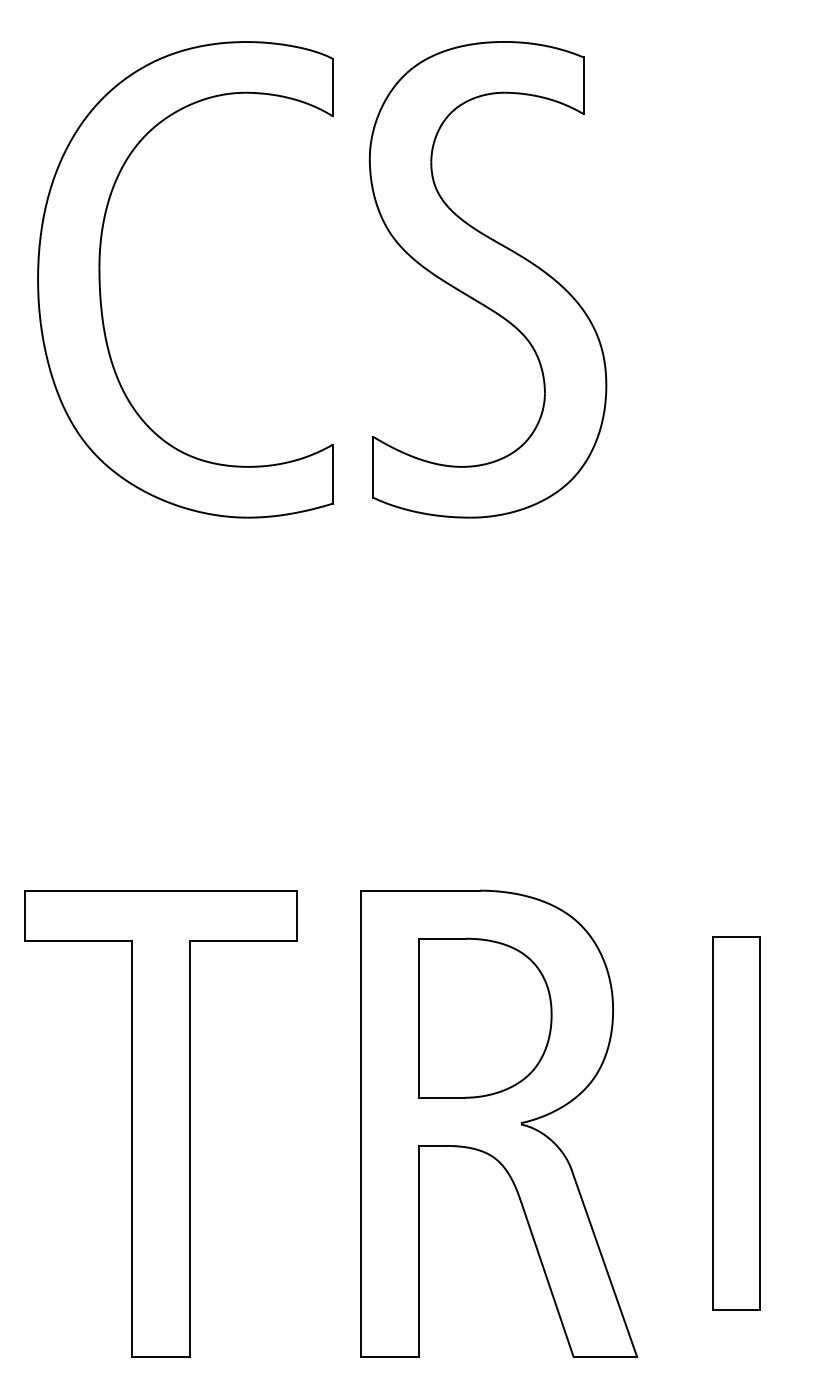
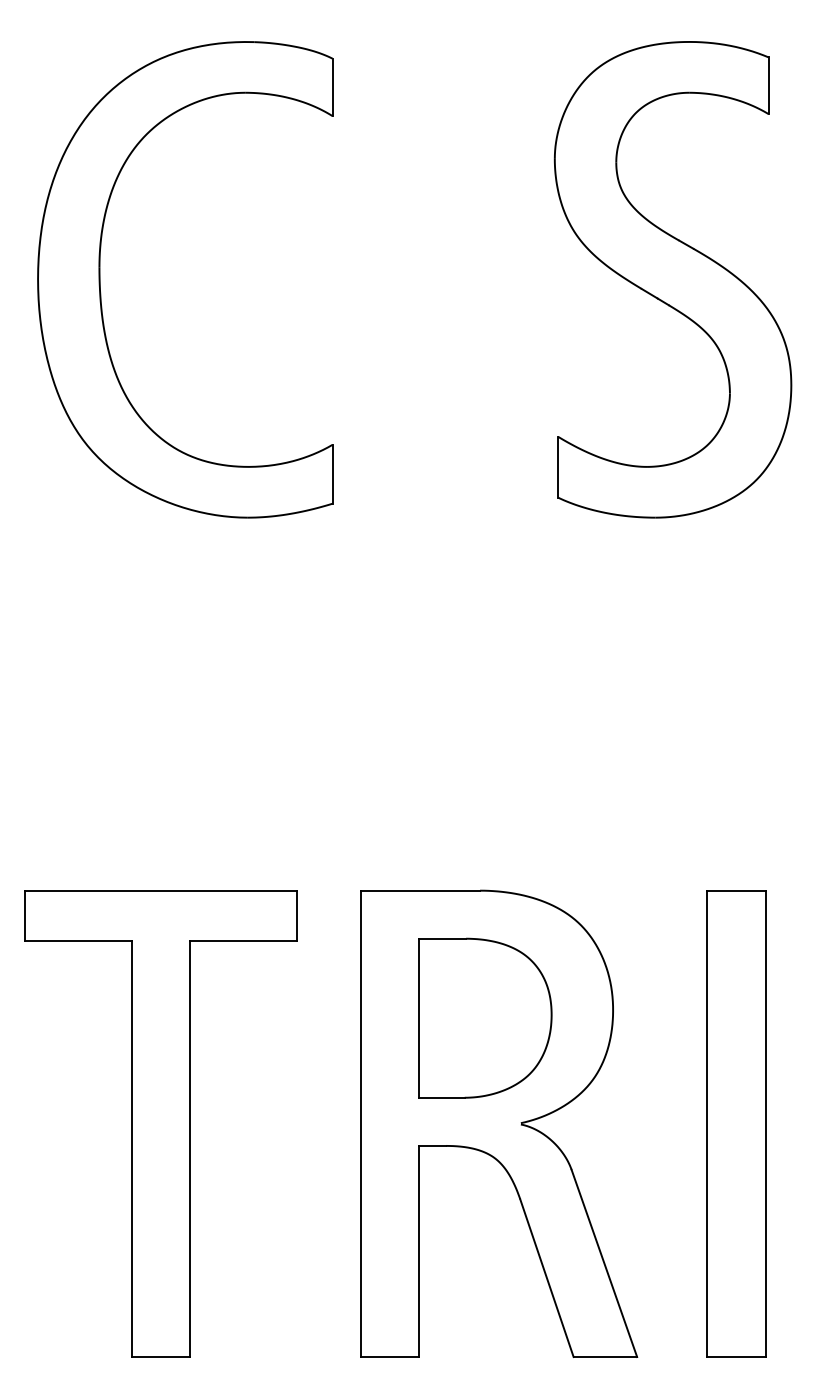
part at (487, 279) position: (487, 279) -> (672, 279)
part at (736, 1123) size: 49x375 px -> 61x468 px
